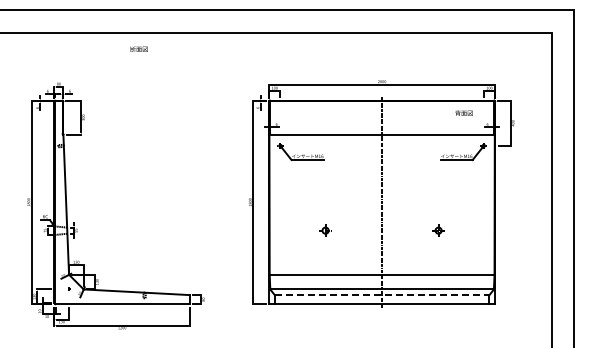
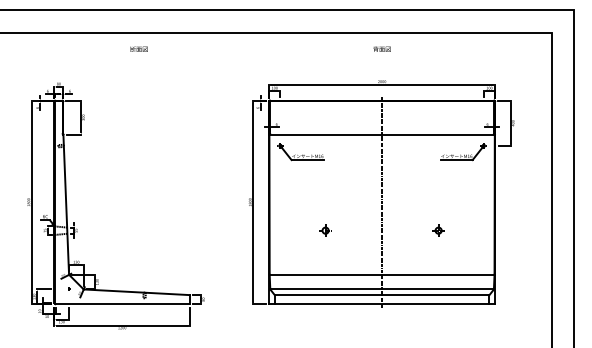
text at (463, 112) position: (463, 112) -> (381, 48)
line at (382, 295): dashed -> solid
